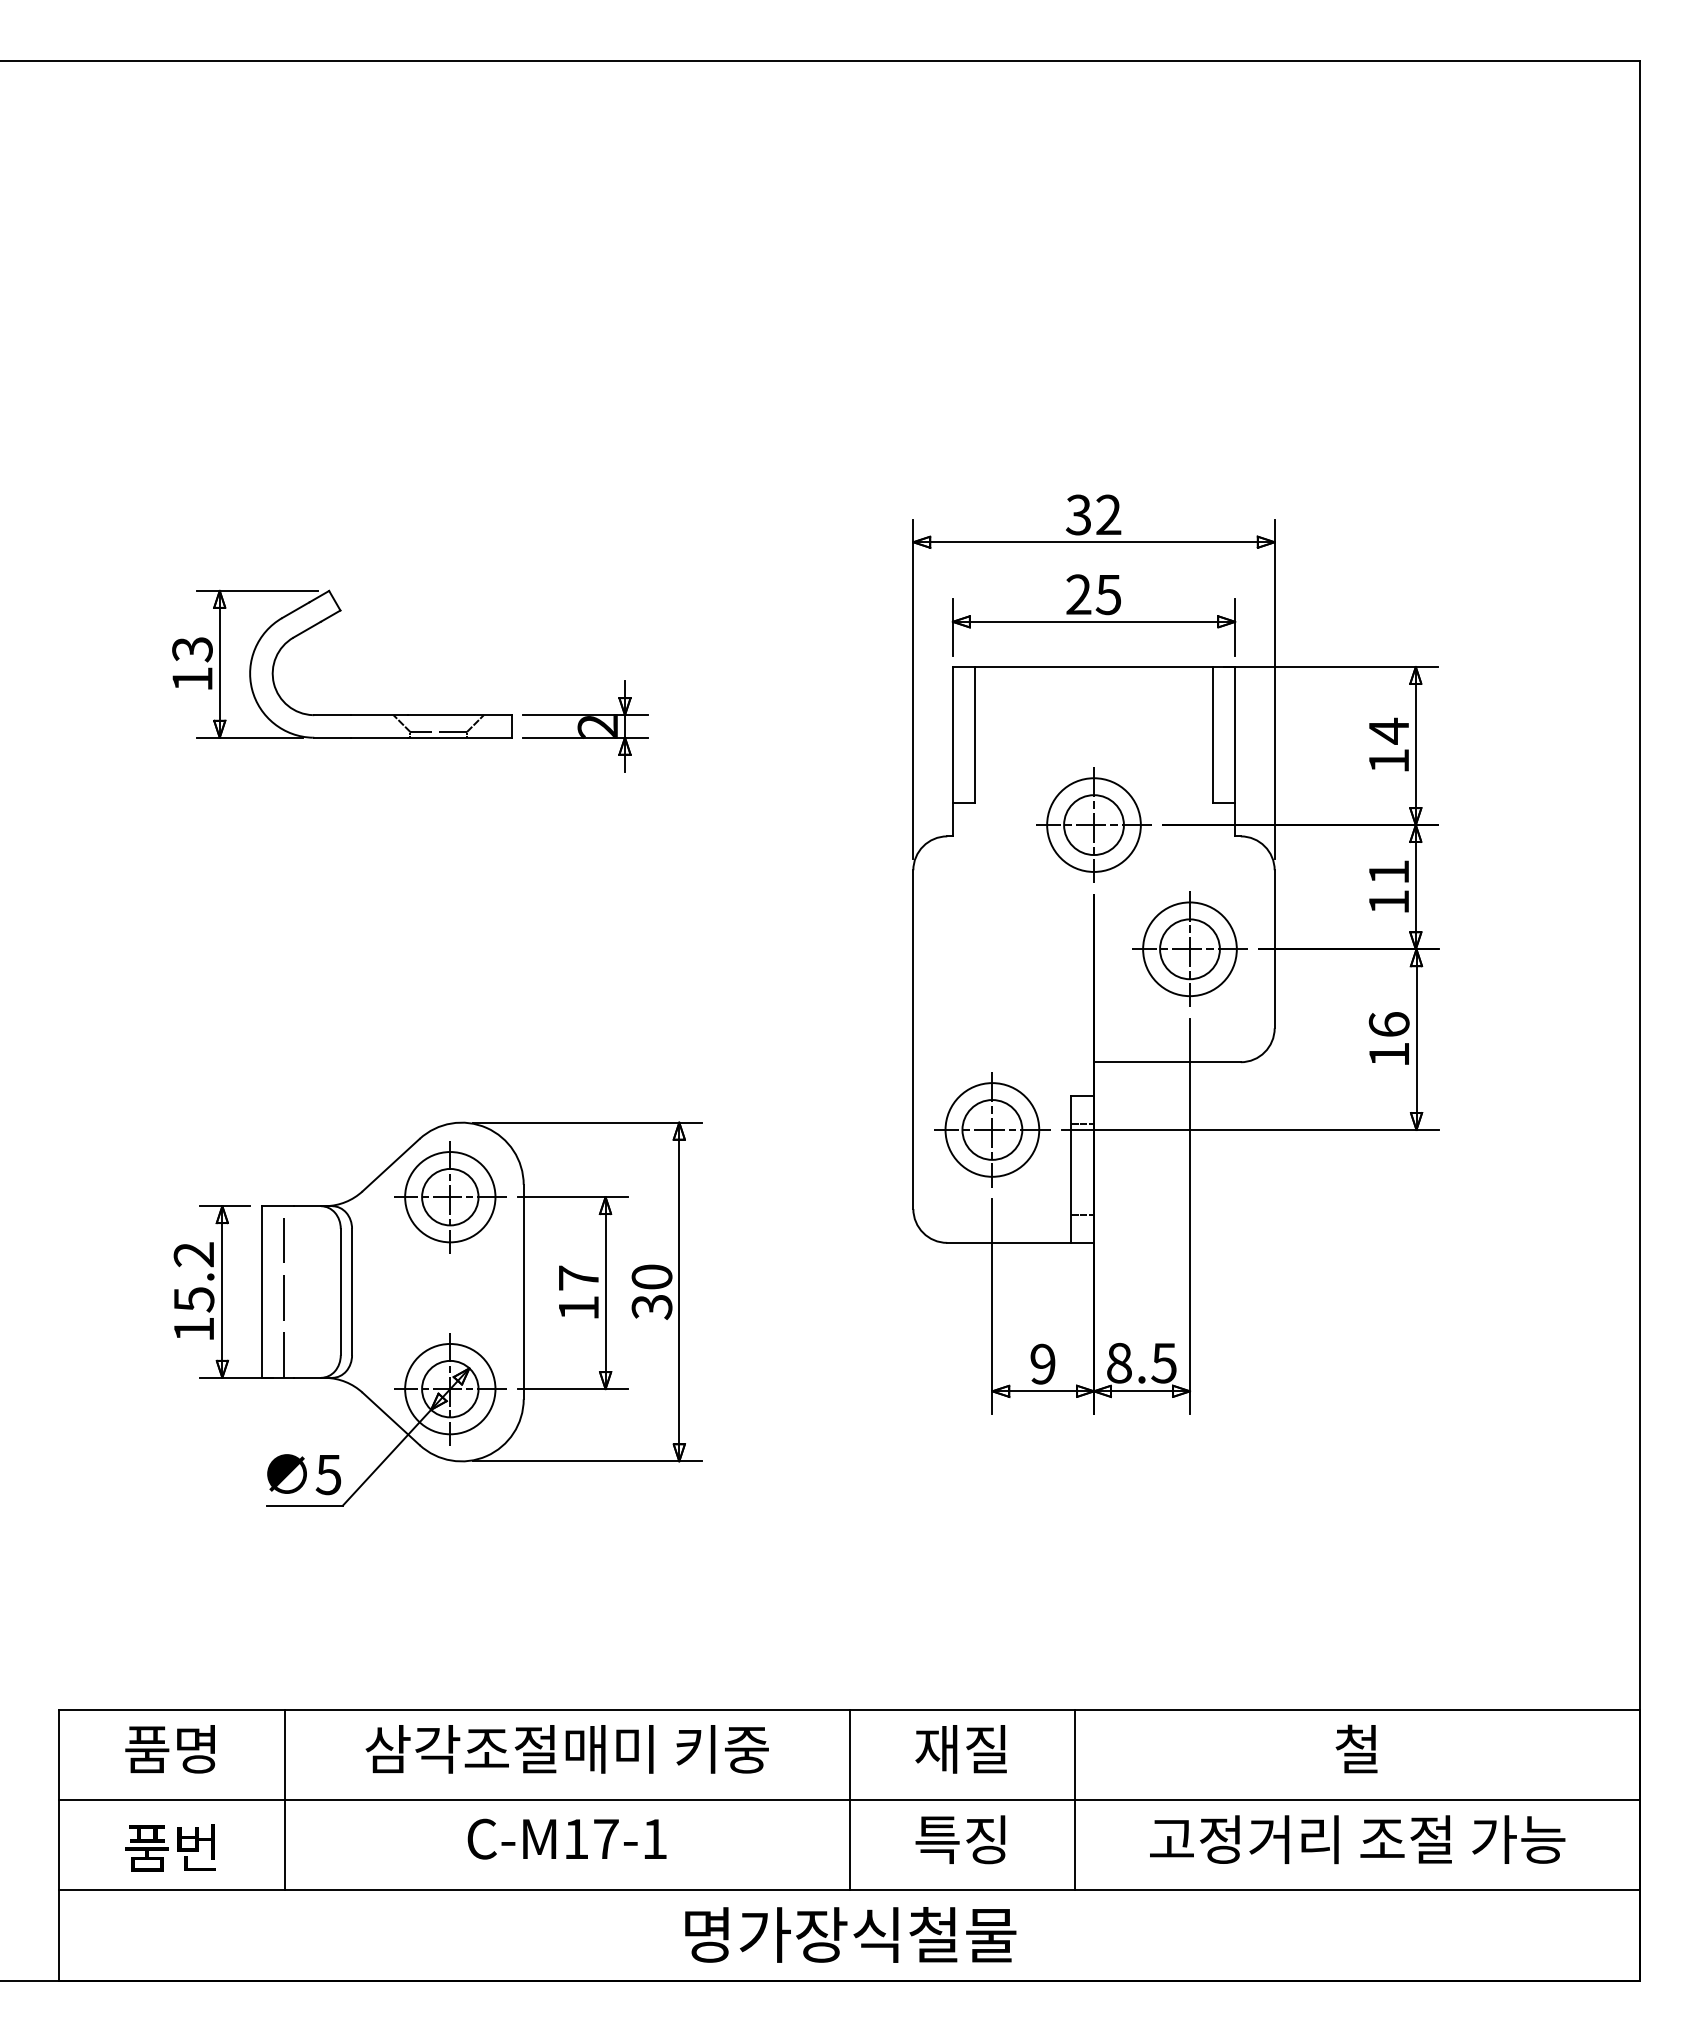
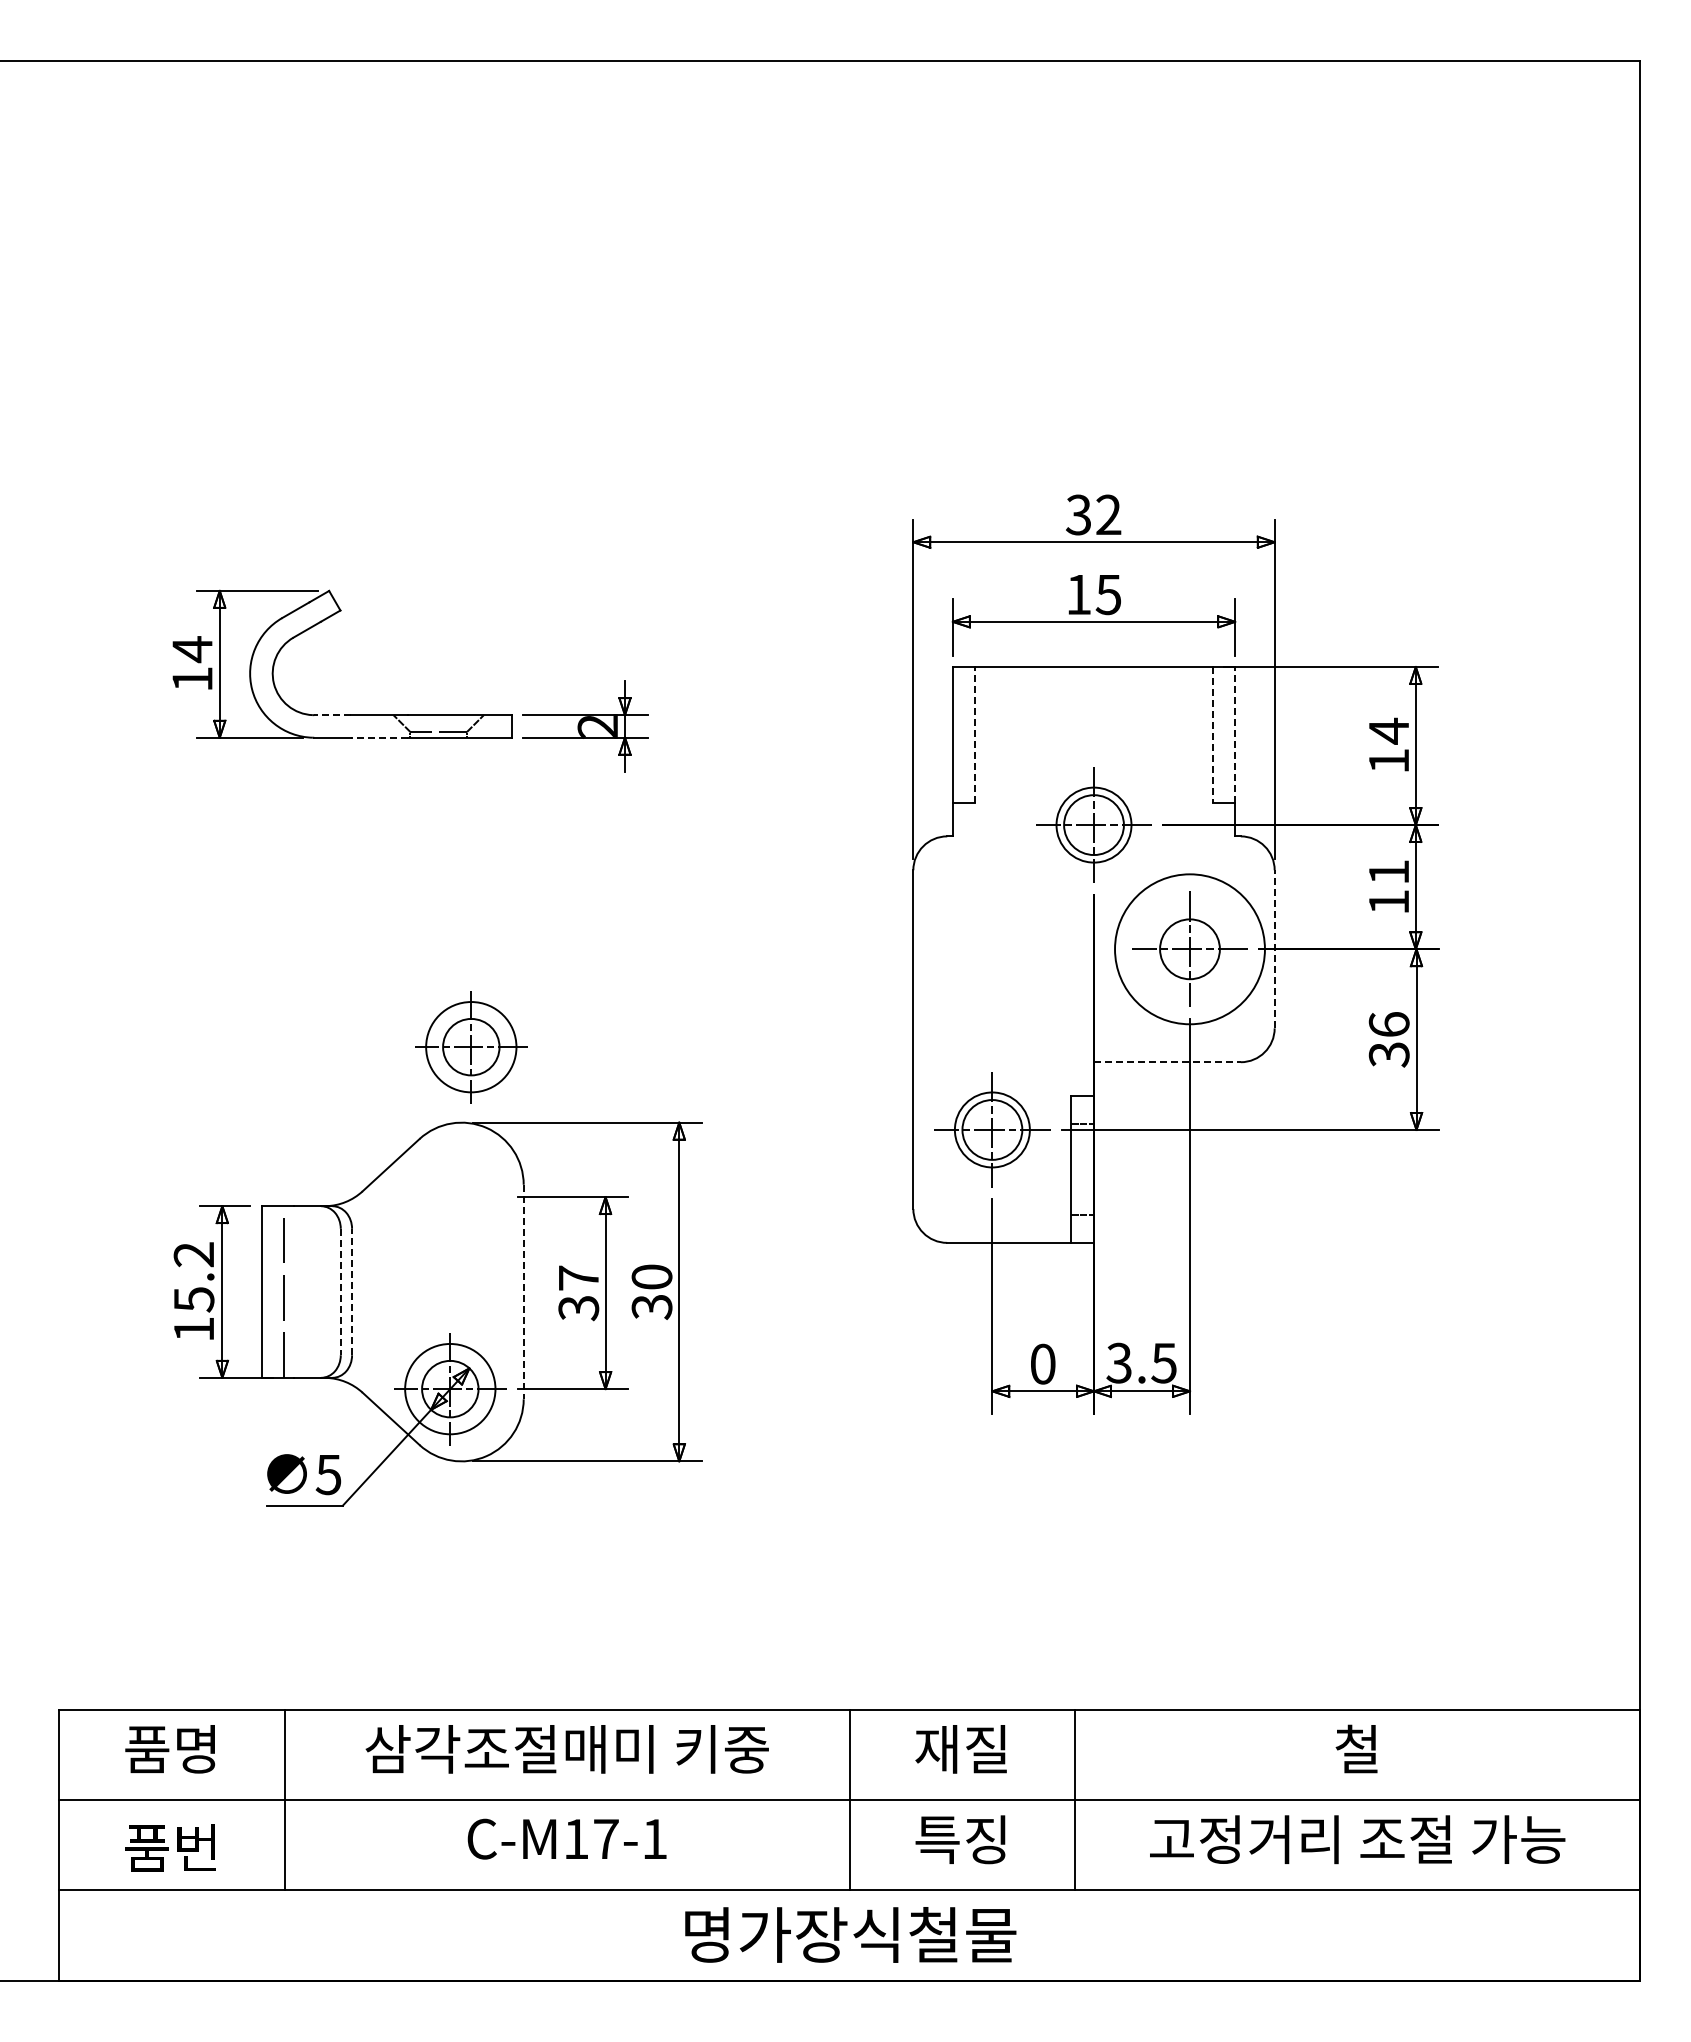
text at (1078, 594): 25 -> 15
text at (192, 649): 13 -> 14
line at (332, 715): solid -> dashed
line at (975, 734): solid -> dashed
line at (1212, 734): solid -> dashed
line at (1235, 734): solid -> dashed
line at (378, 737): solid -> dashed
circle at (1093, 824) diameter: 94 px -> 75 px
line at (1274, 948): solid -> dashed
circle at (1189, 949) diameter: 94 px -> 150 px
text at (1388, 1054): 16 -> 36
line at (1167, 1062): solid -> dashed
circle at (992, 1129) diameter: 94 px -> 75 px
part at (450, 1197) position: (450, 1197) -> (471, 1047)
line at (352, 1291): solid -> dashed
line at (340, 1292): solid -> dashed
line at (523, 1292): solid -> dashed
text at (578, 1308): 17 -> 37
text at (1118, 1362): 8.5 -> 3.5
text at (1042, 1363): 9 -> 0
